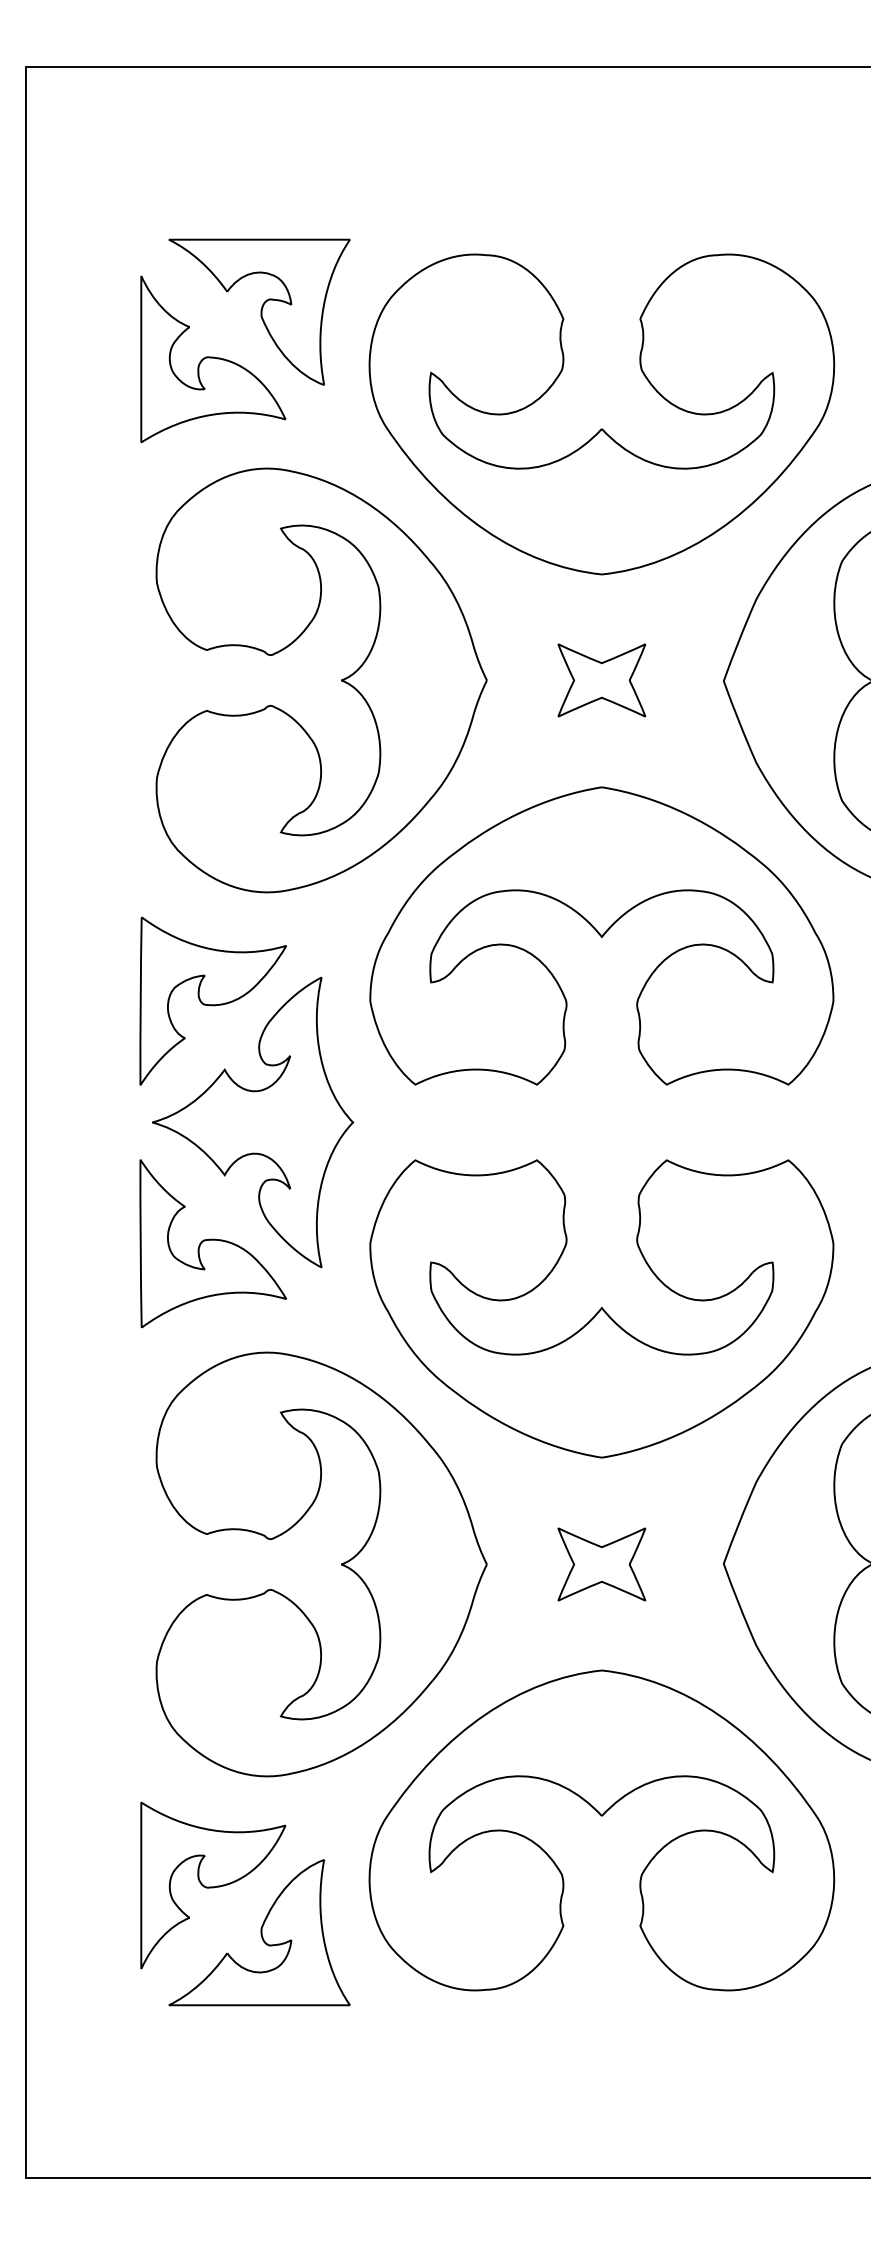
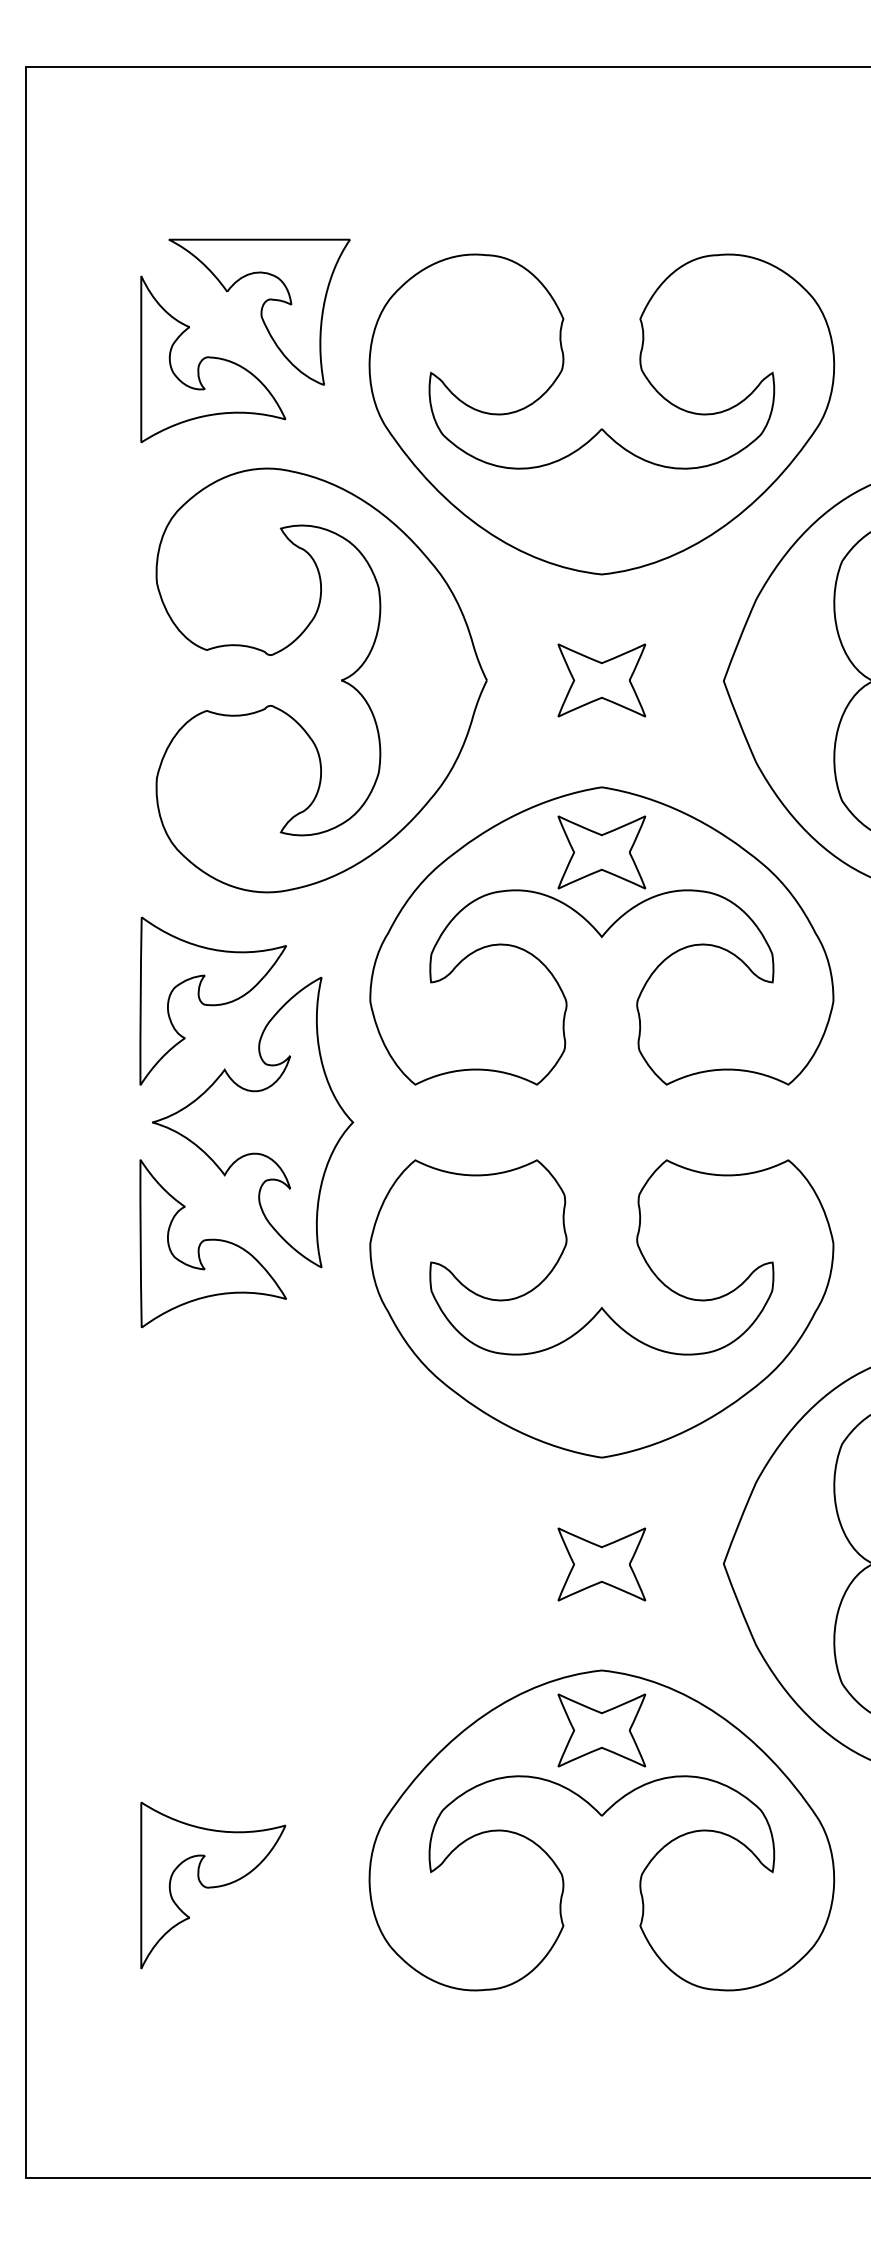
part at (601, 852): none -> present
part at (341, 1564): present -> none
part at (601, 1730): none -> present
part at (259, 1932): present -> none
